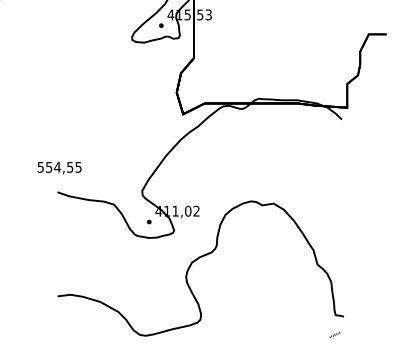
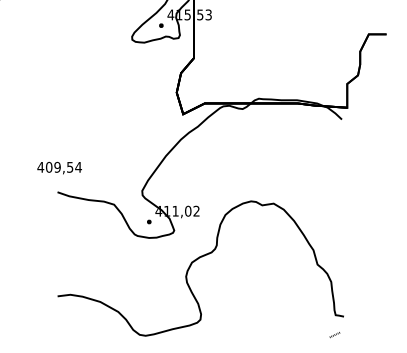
text at (59, 166): 554,55 -> 409,54
